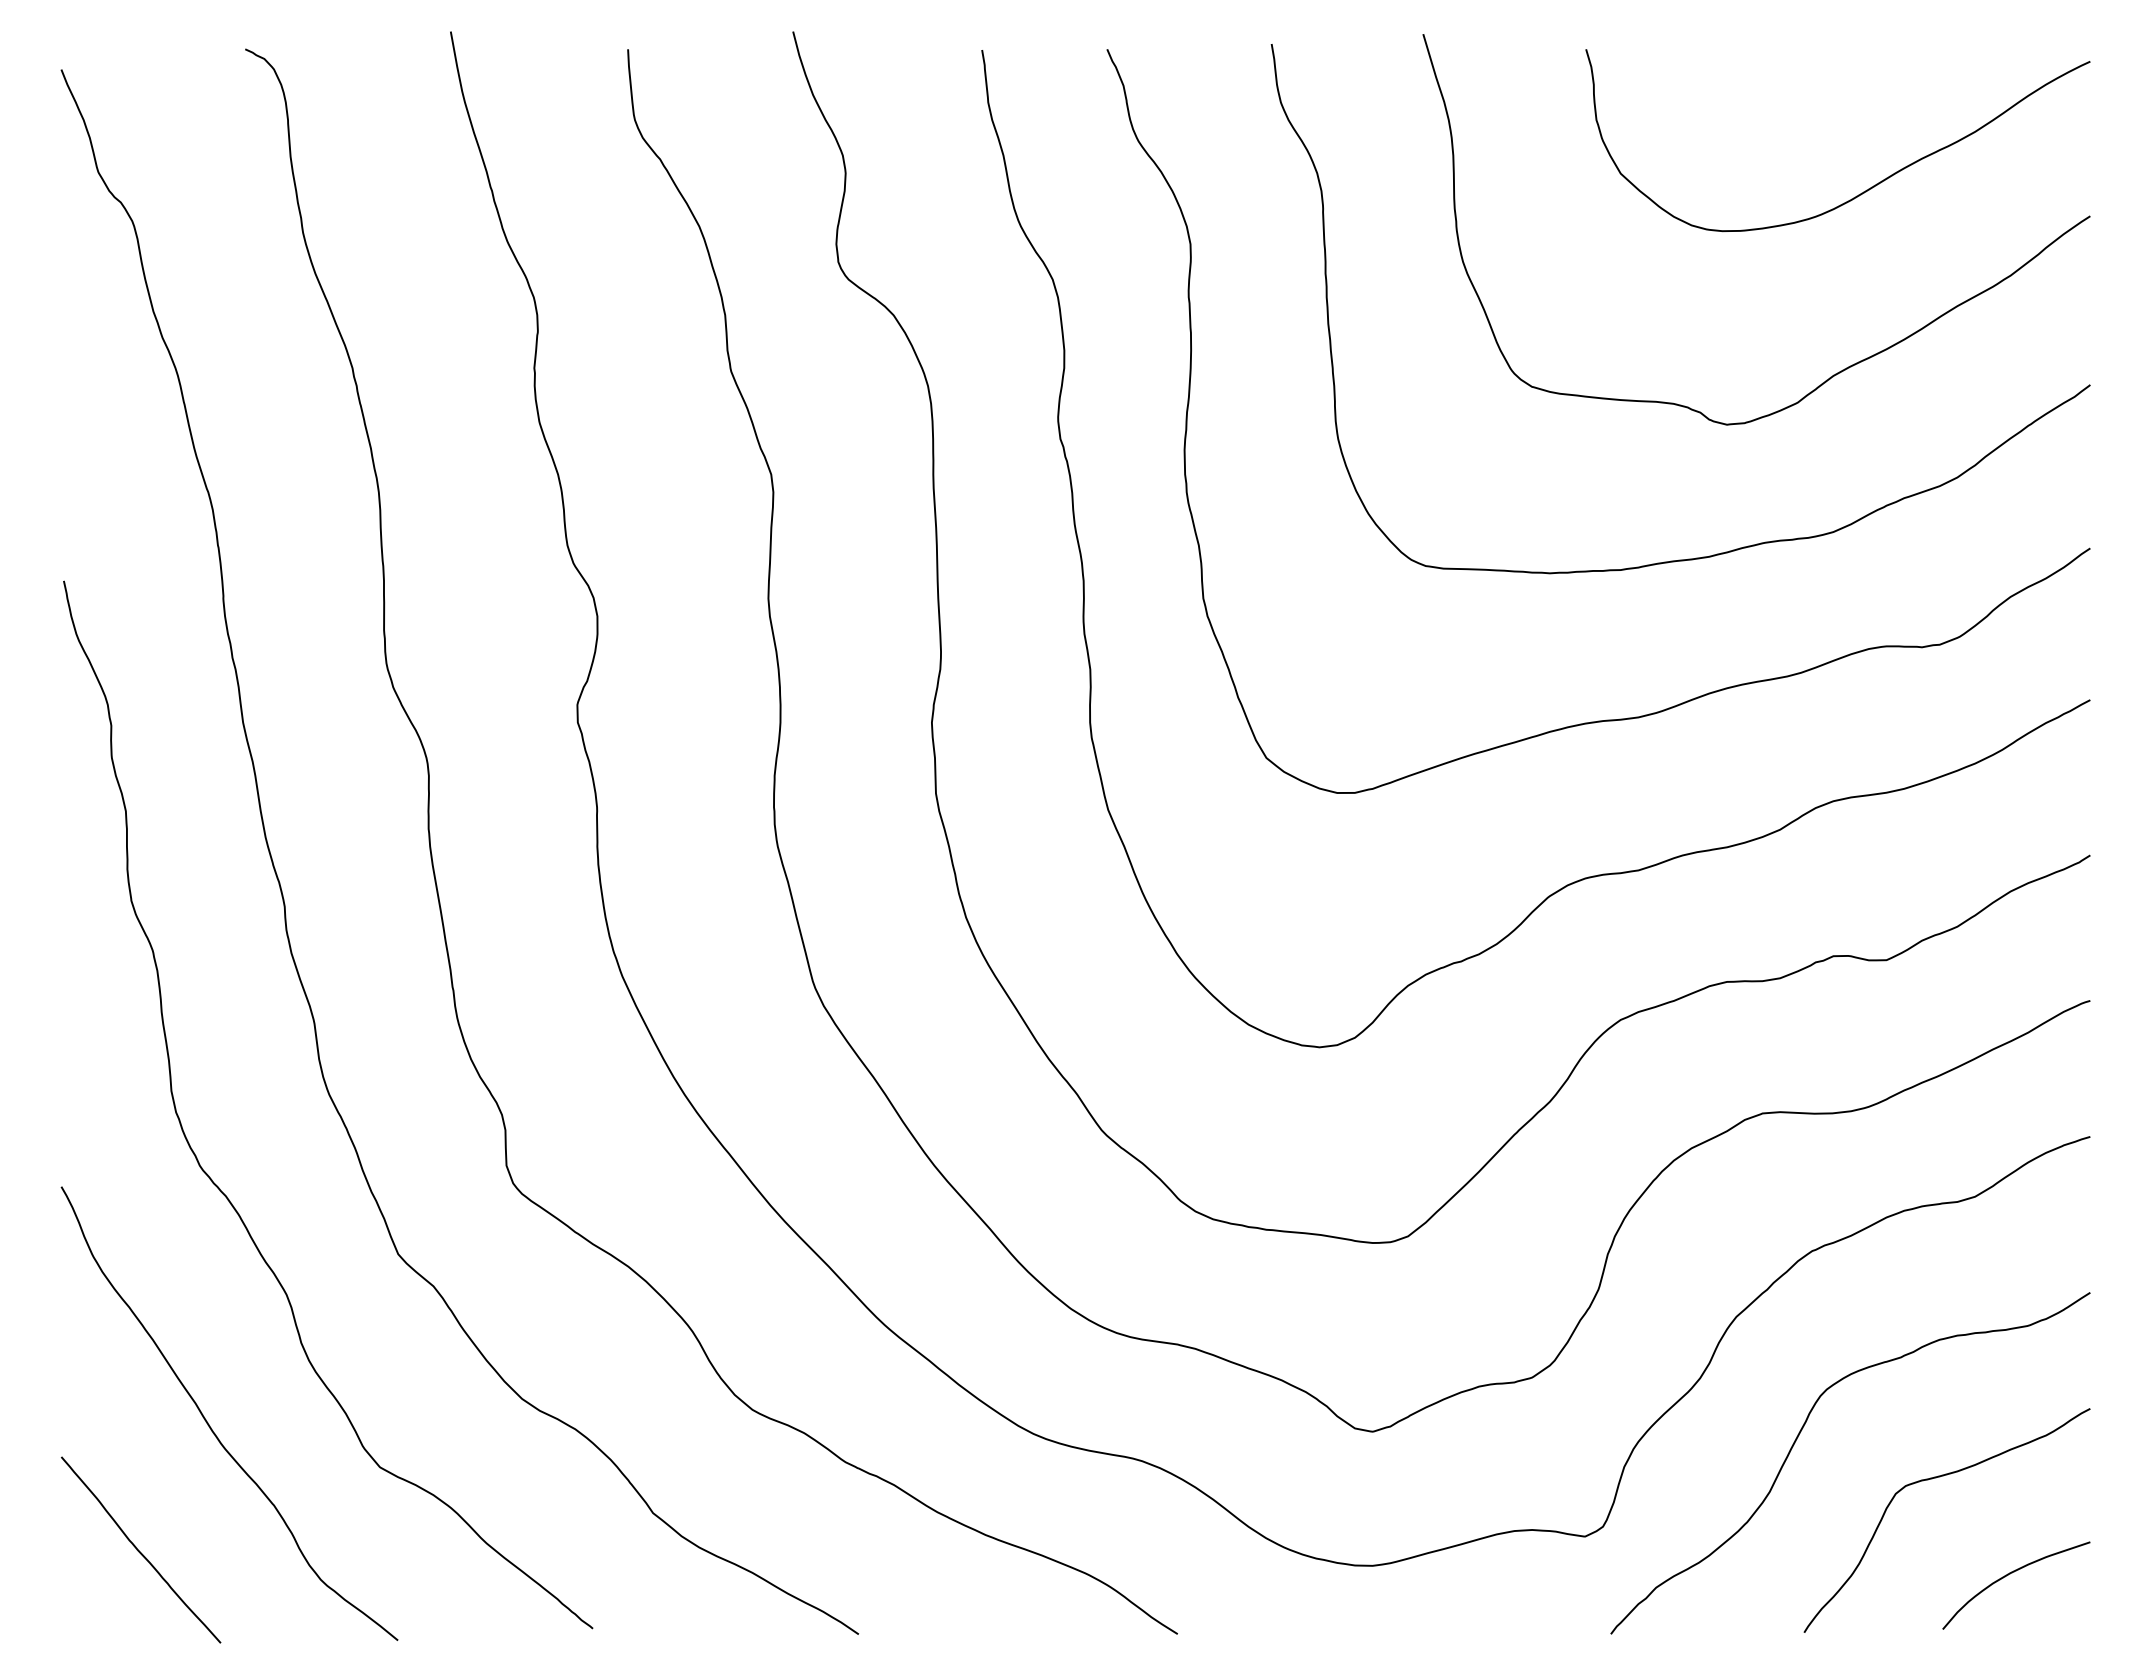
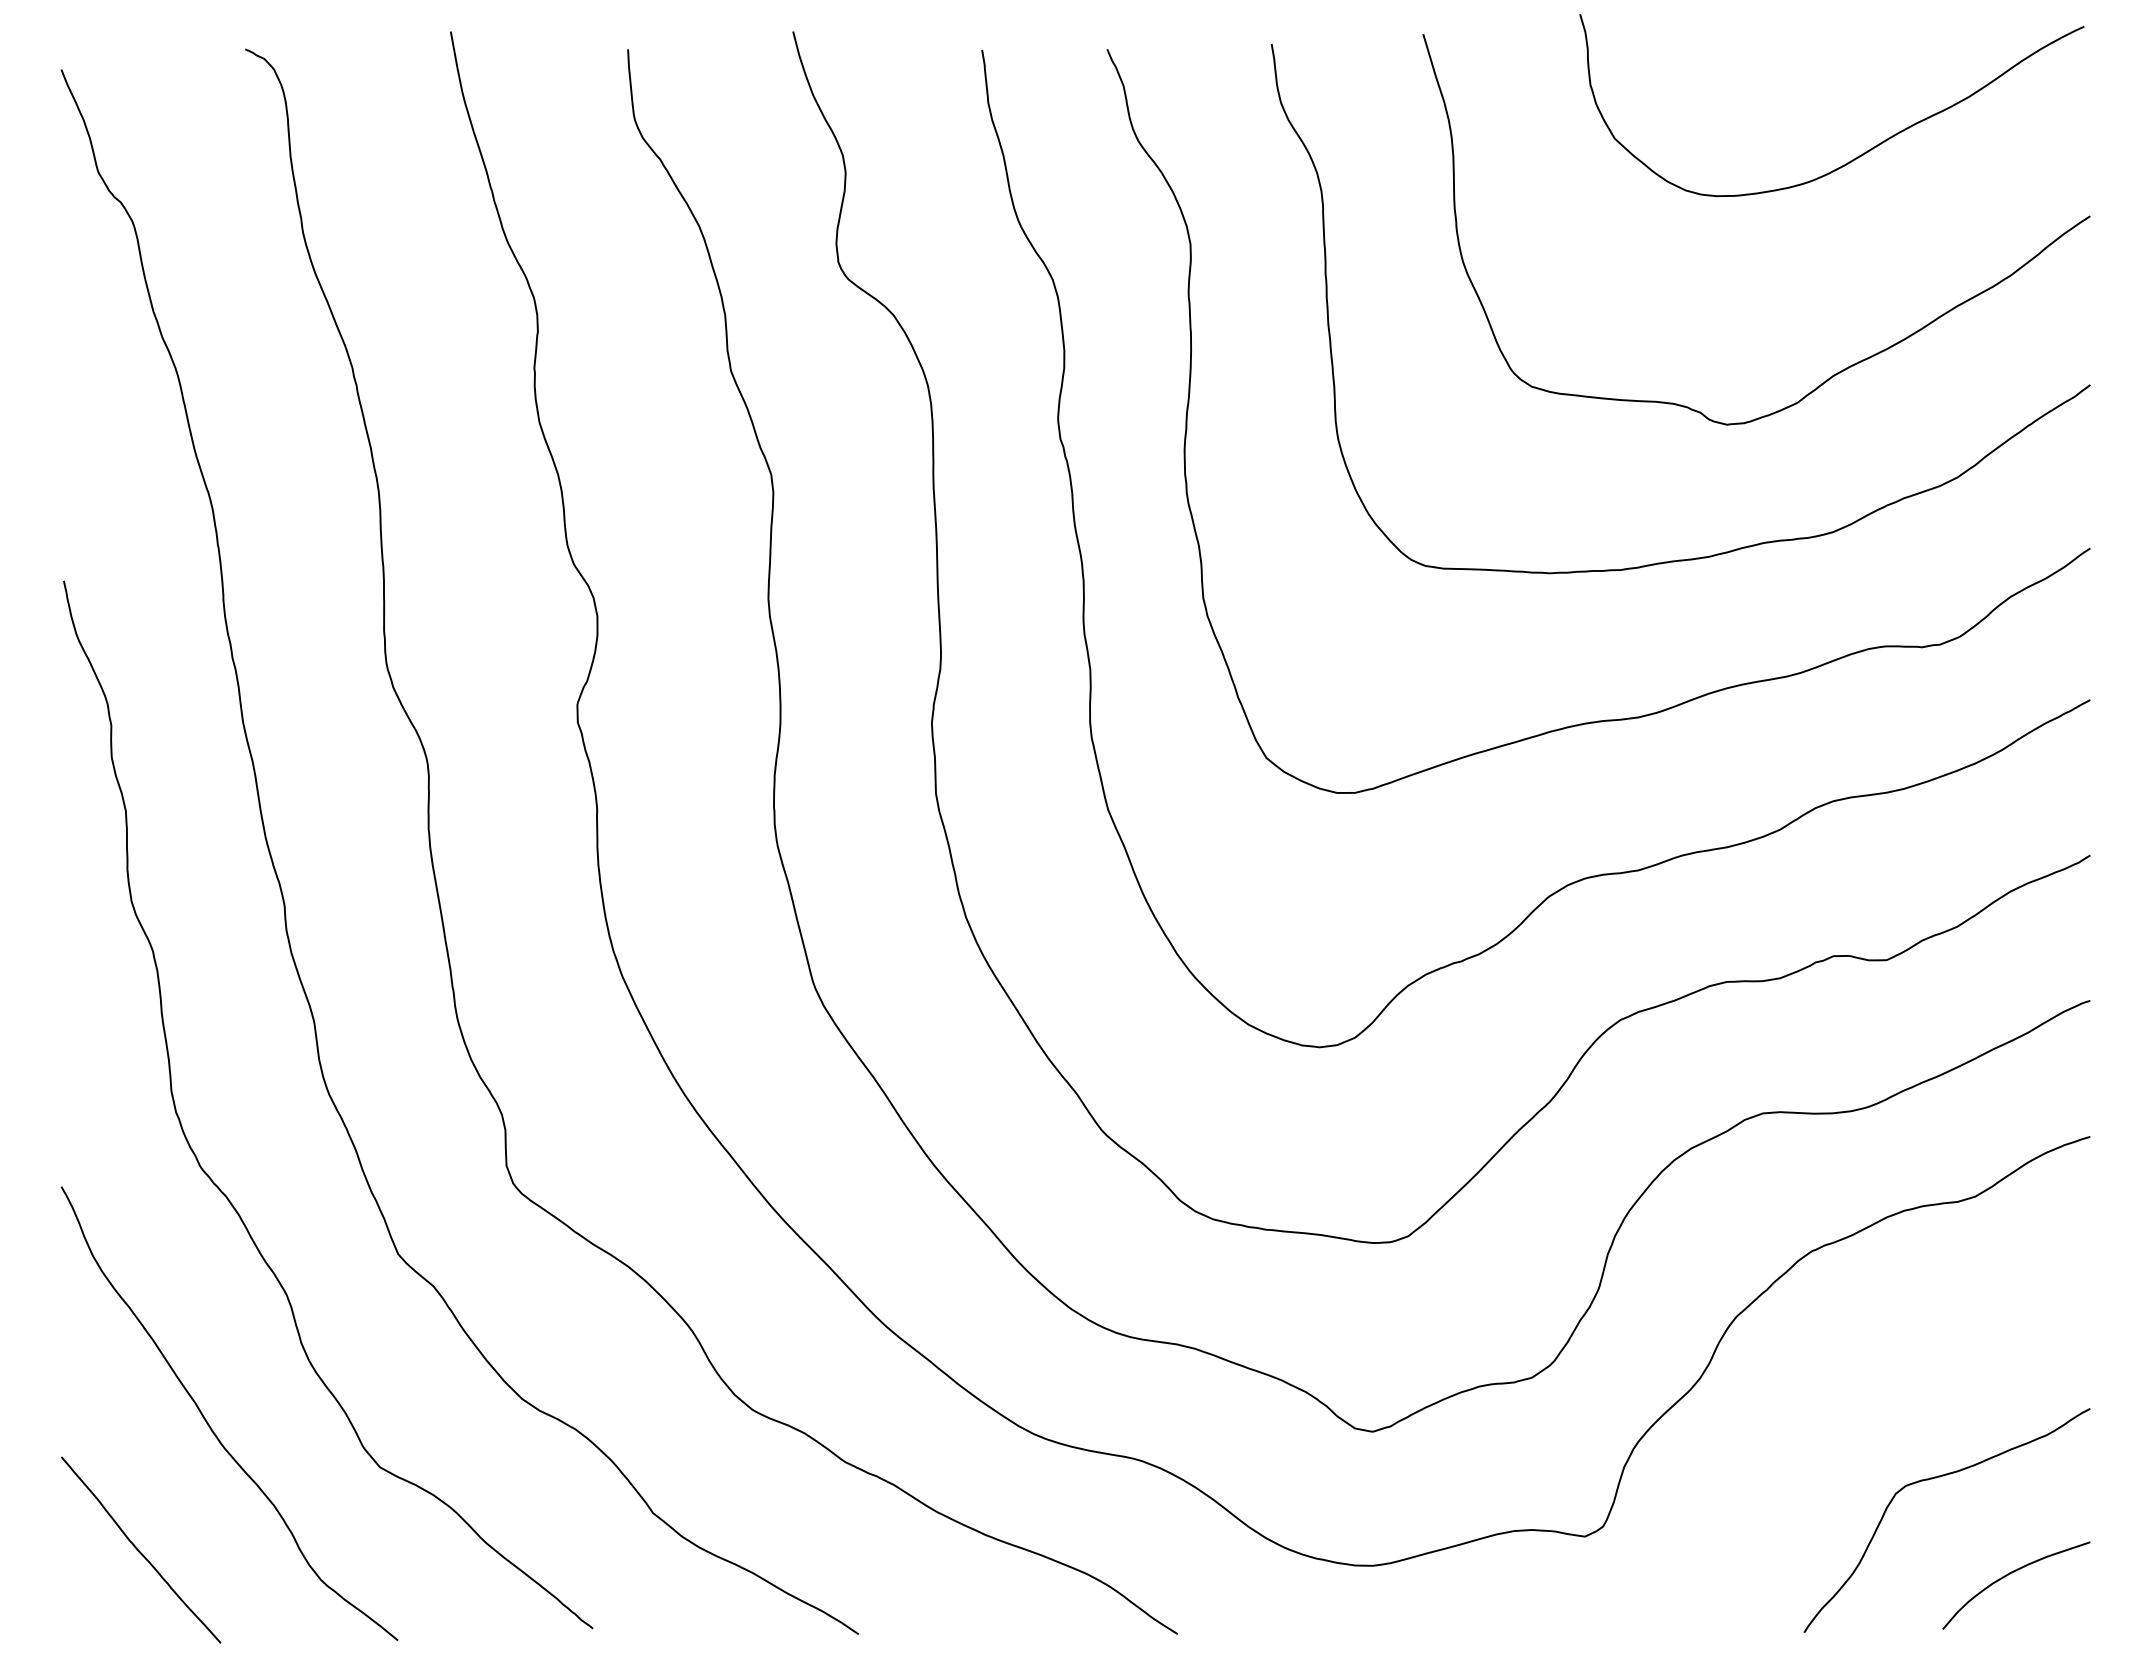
curve at (1866, 189) position: (1866, 189) -> (1860, 154)
curve at (1798, 1437): present -> none
